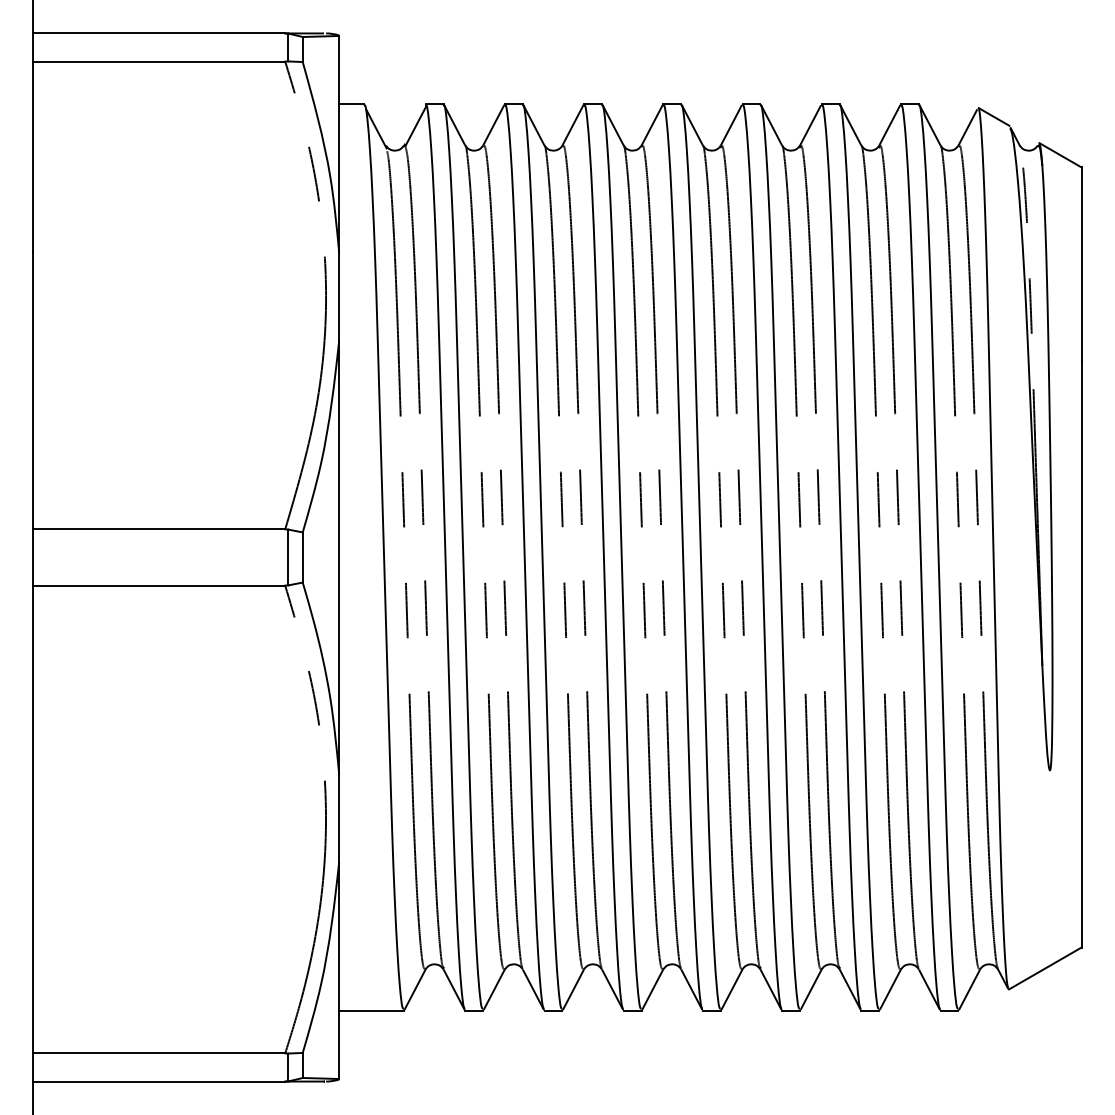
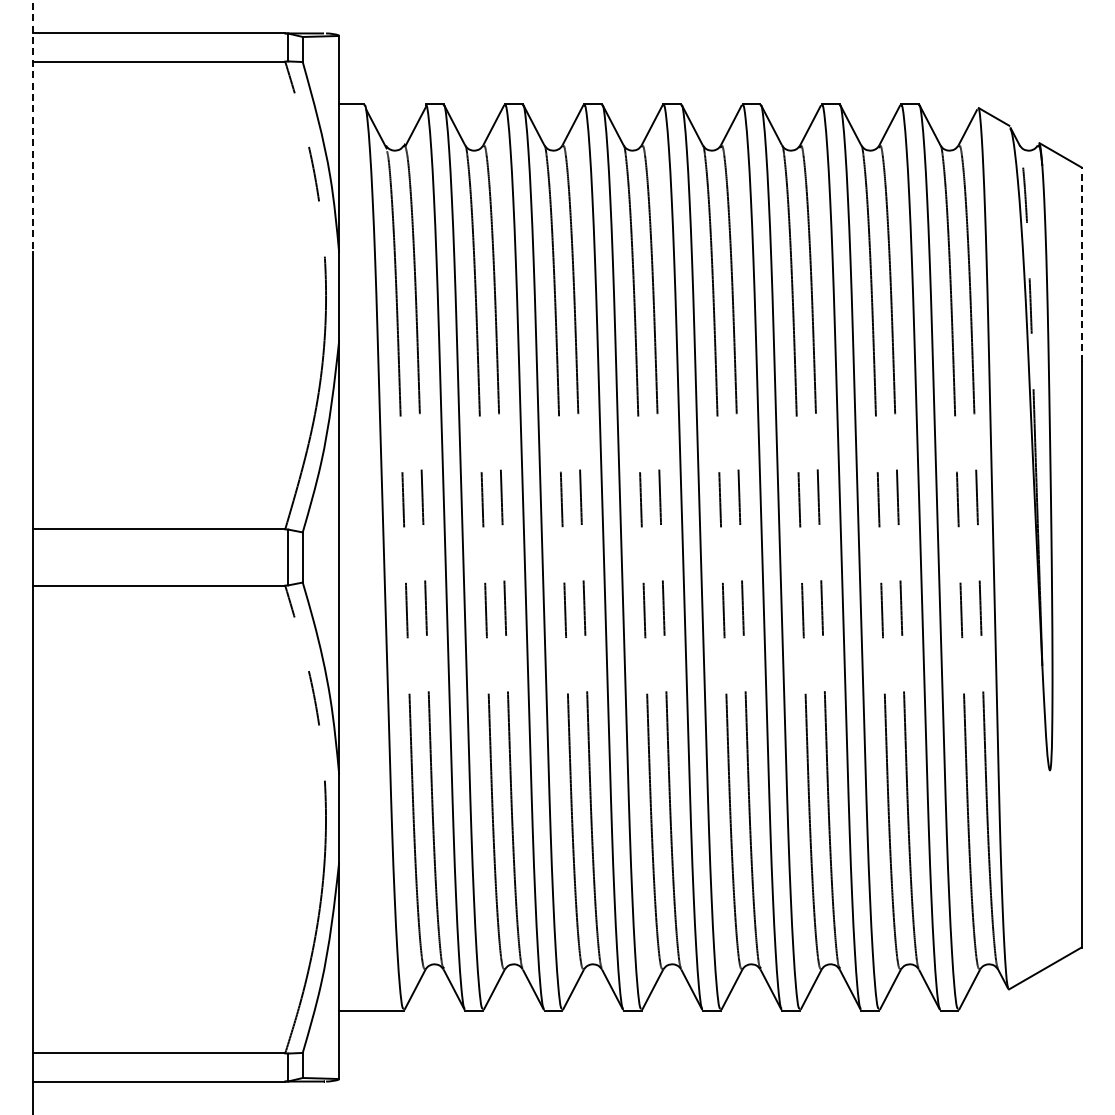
line at (33, 125): solid -> dashed
line at (1081, 264): solid -> dashed
